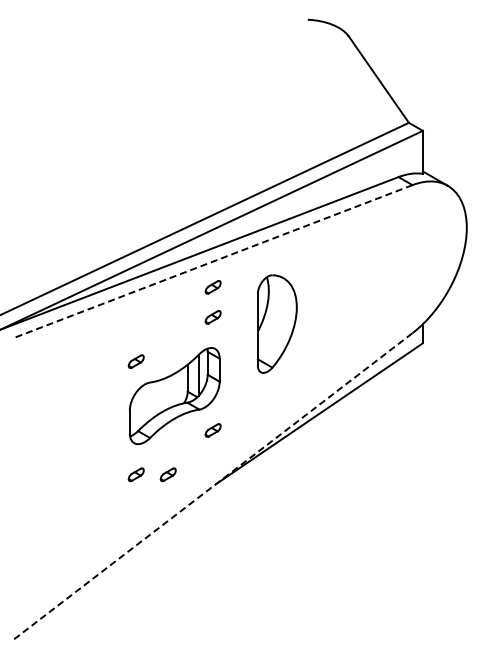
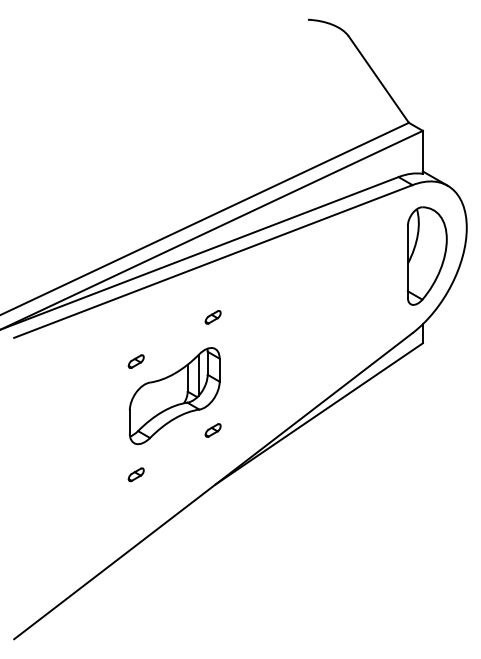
line at (212, 261): dashed -> solid
part at (212, 287): present -> none
part at (276, 323) position: (276, 323) -> (426, 255)
part at (167, 474): present -> none
line at (213, 485): dashed -> solid
